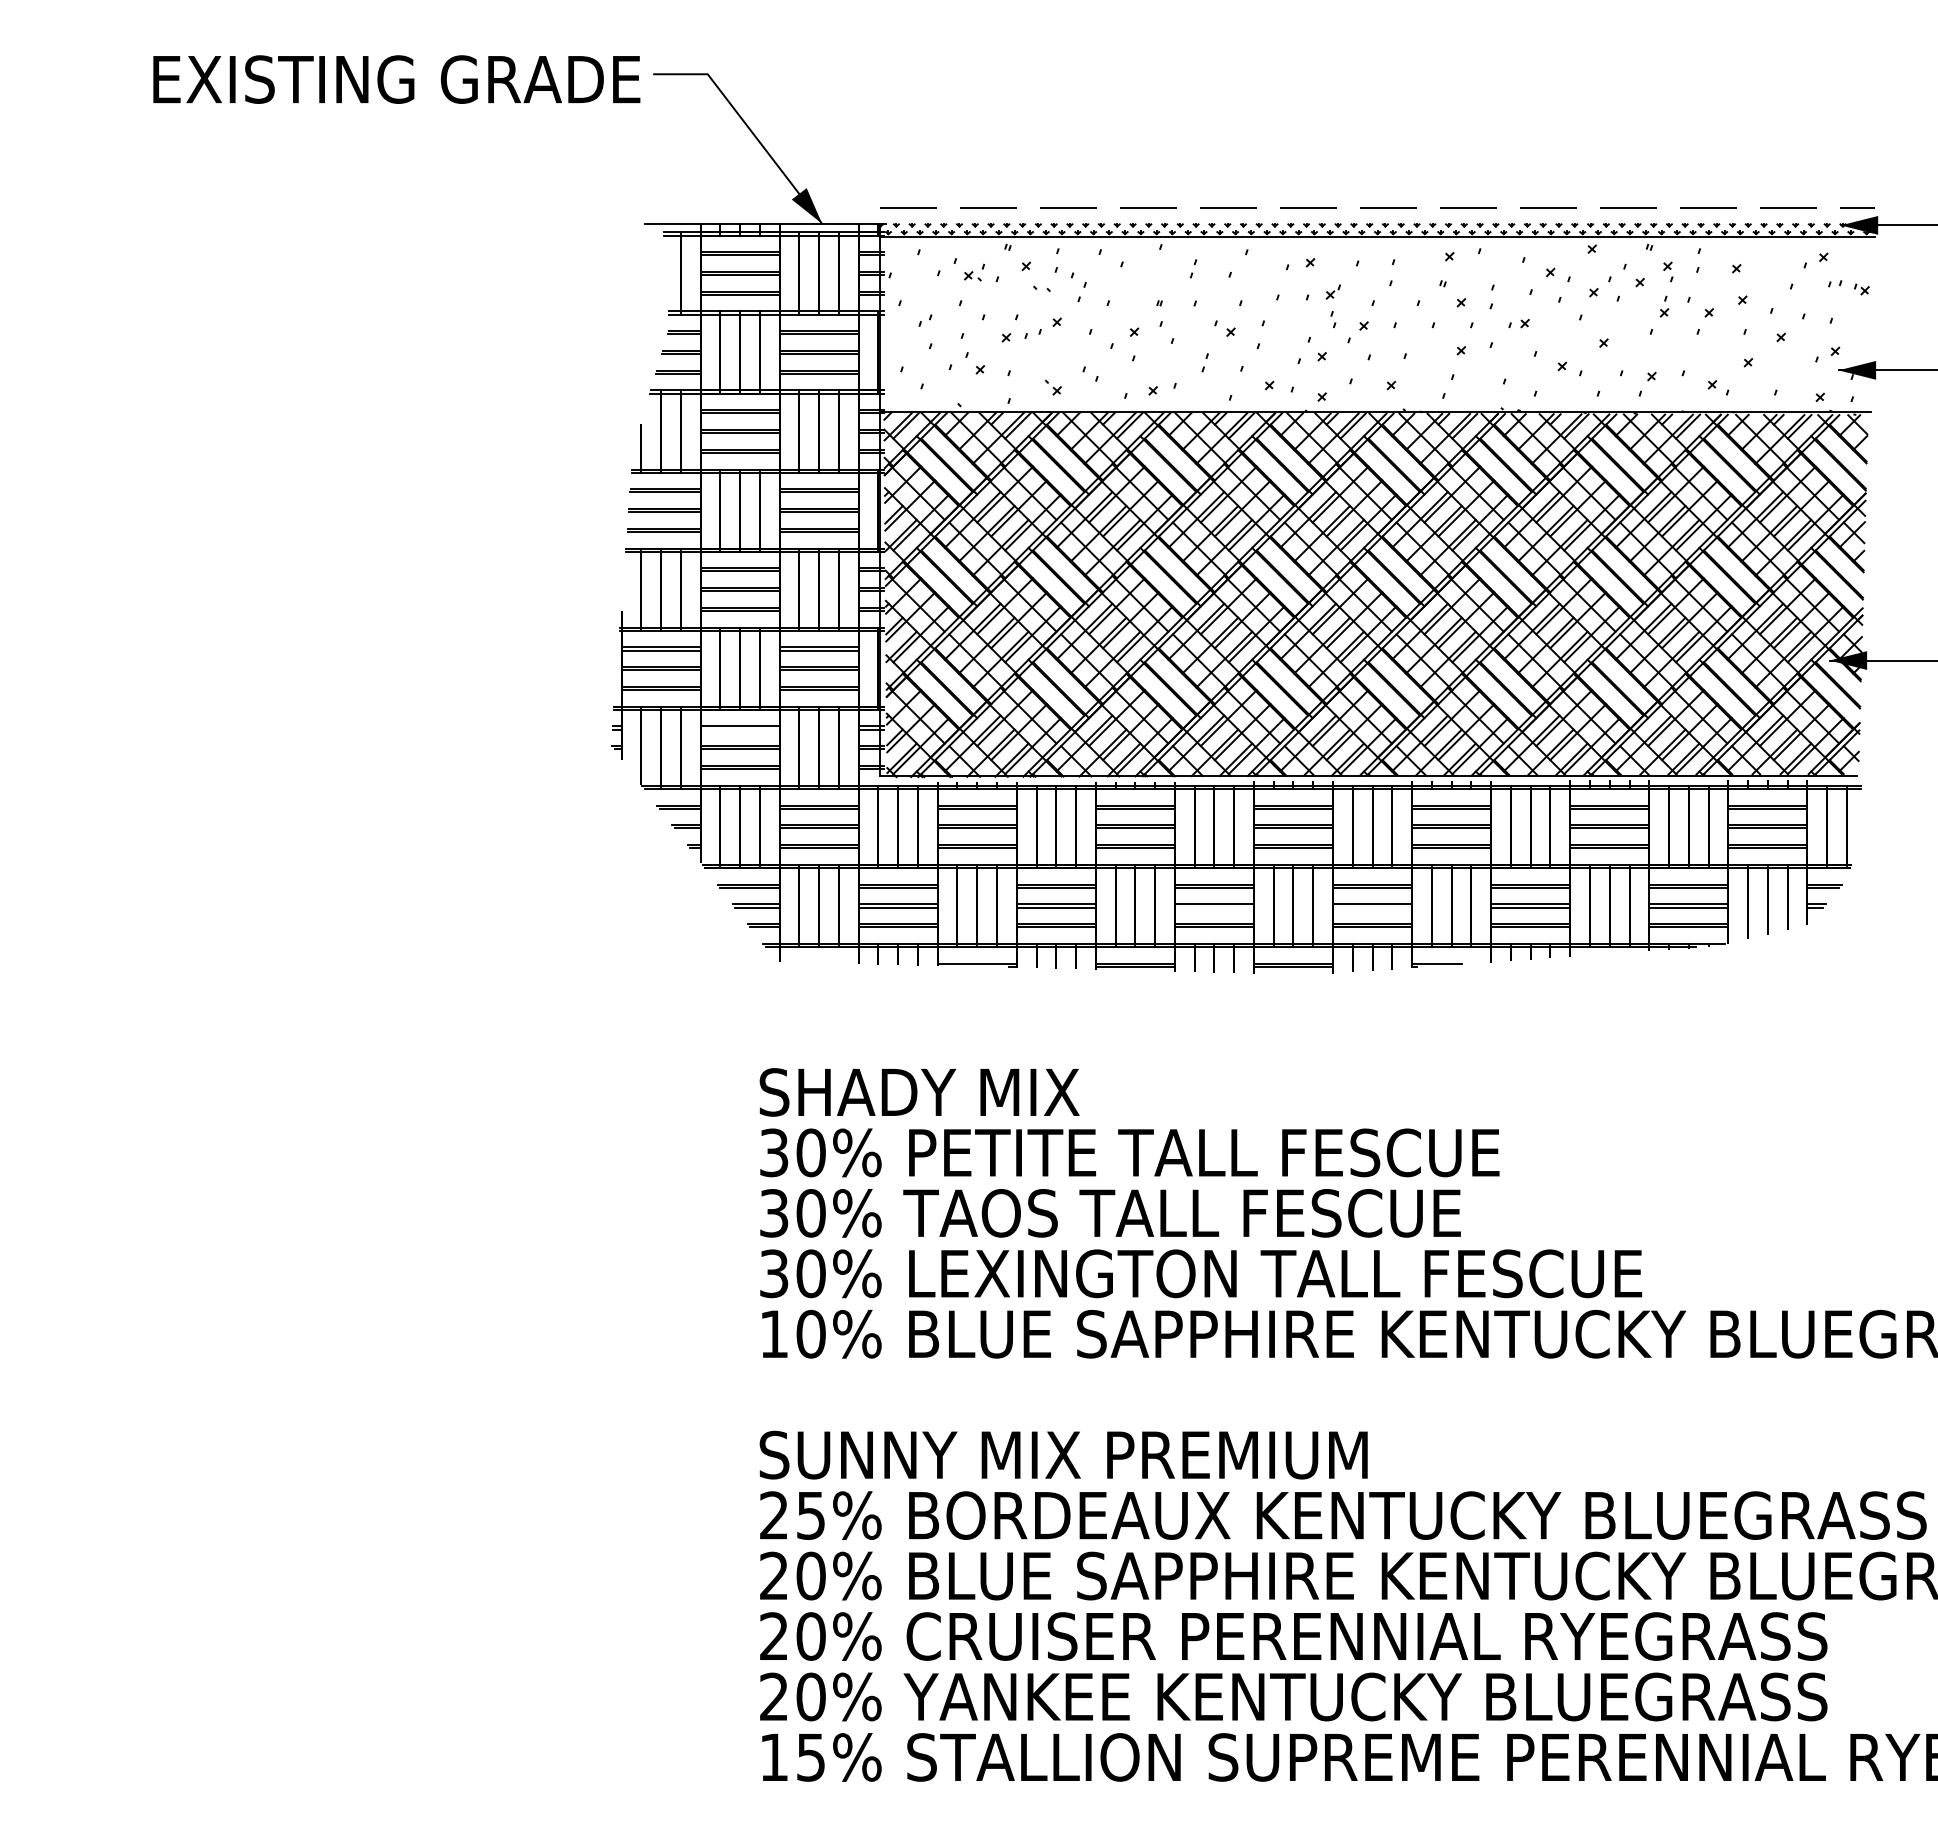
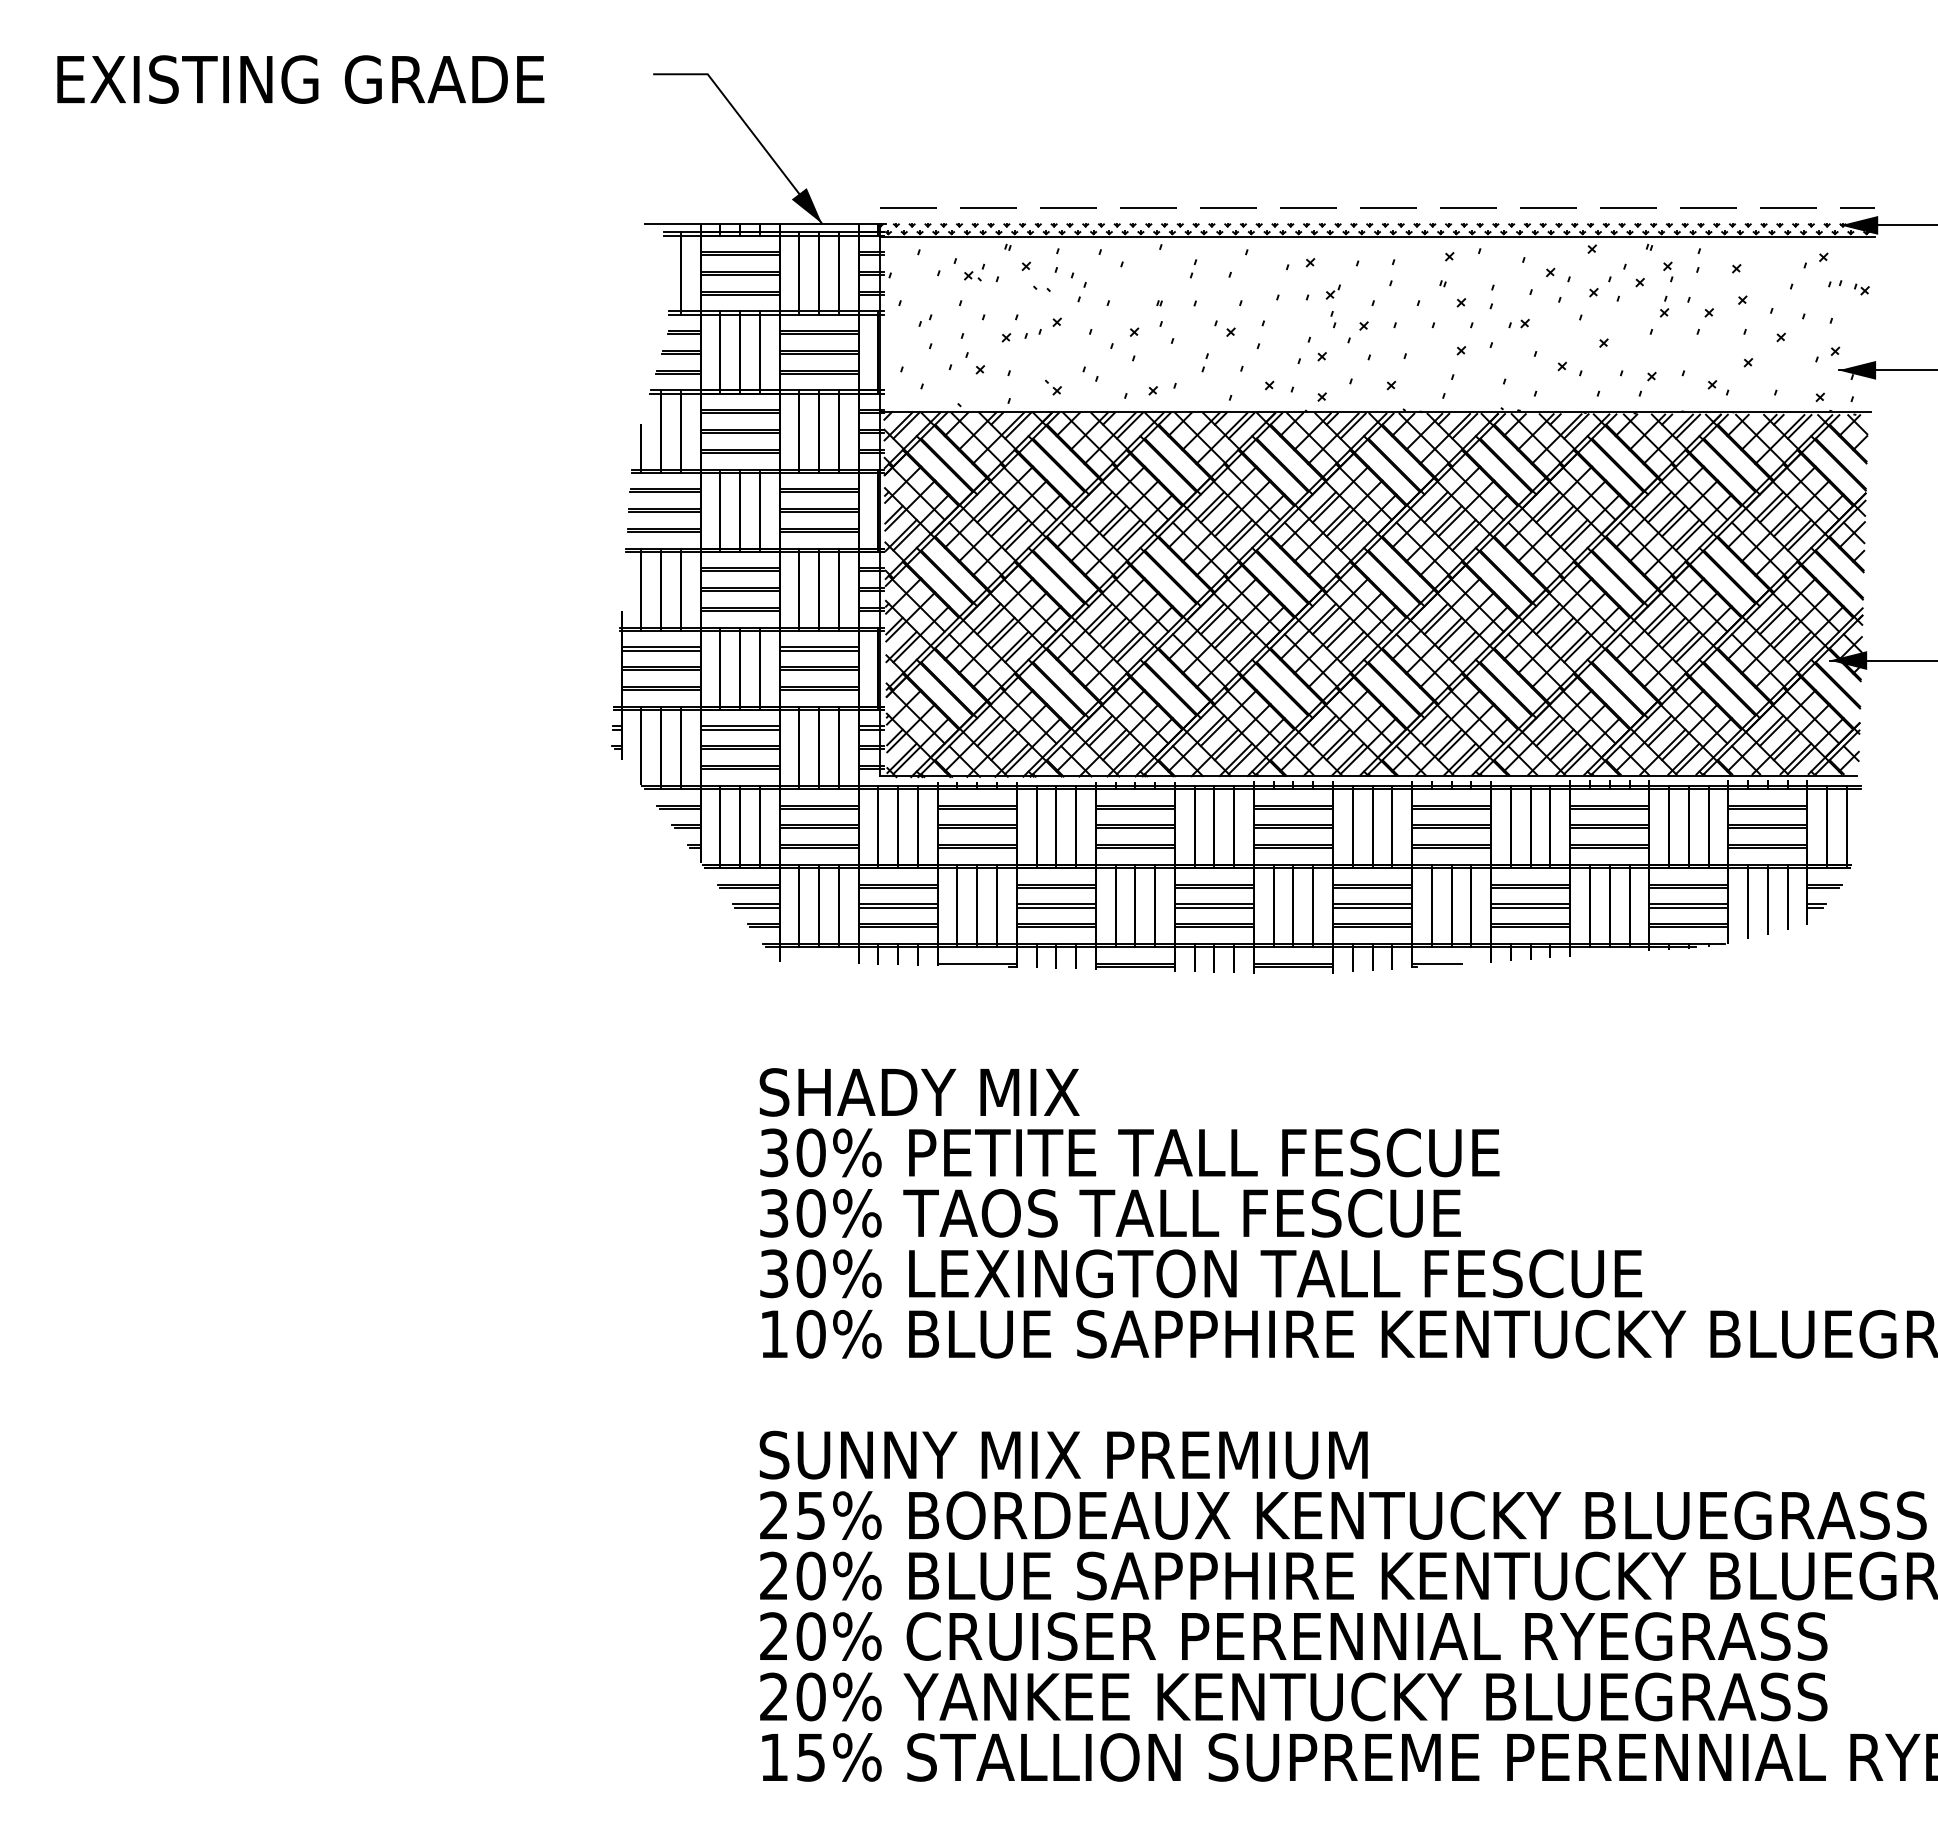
text at (396, 79) position: (396, 79) -> (300, 79)
line at (739, 729): none -> present
line at (1213, 907): none -> present
line at (1372, 907): none -> present
